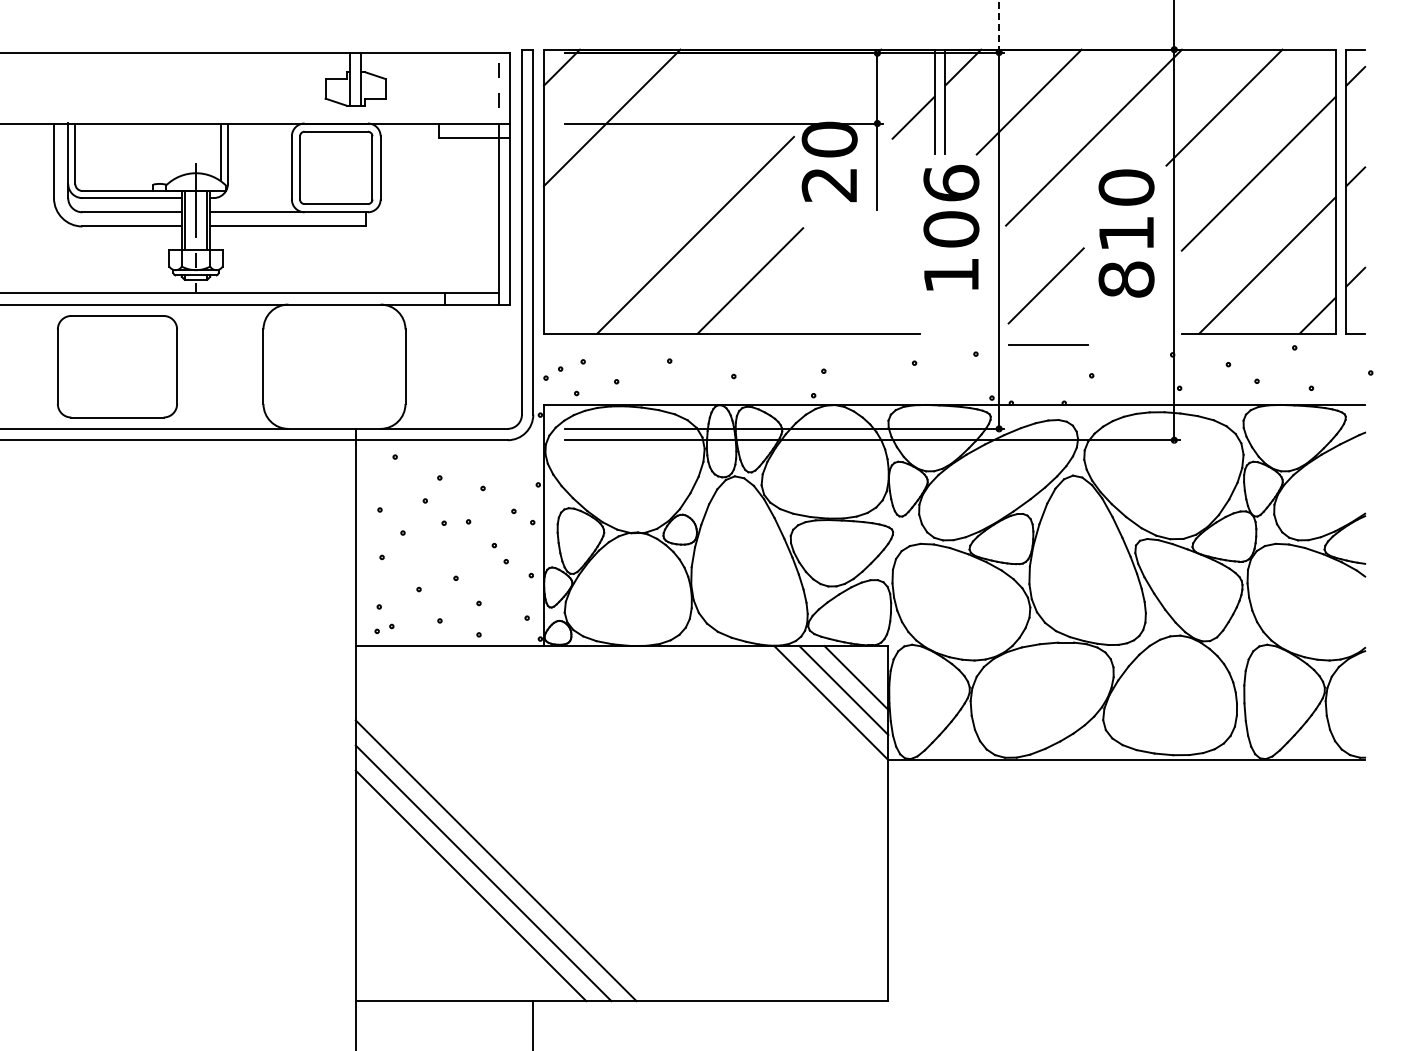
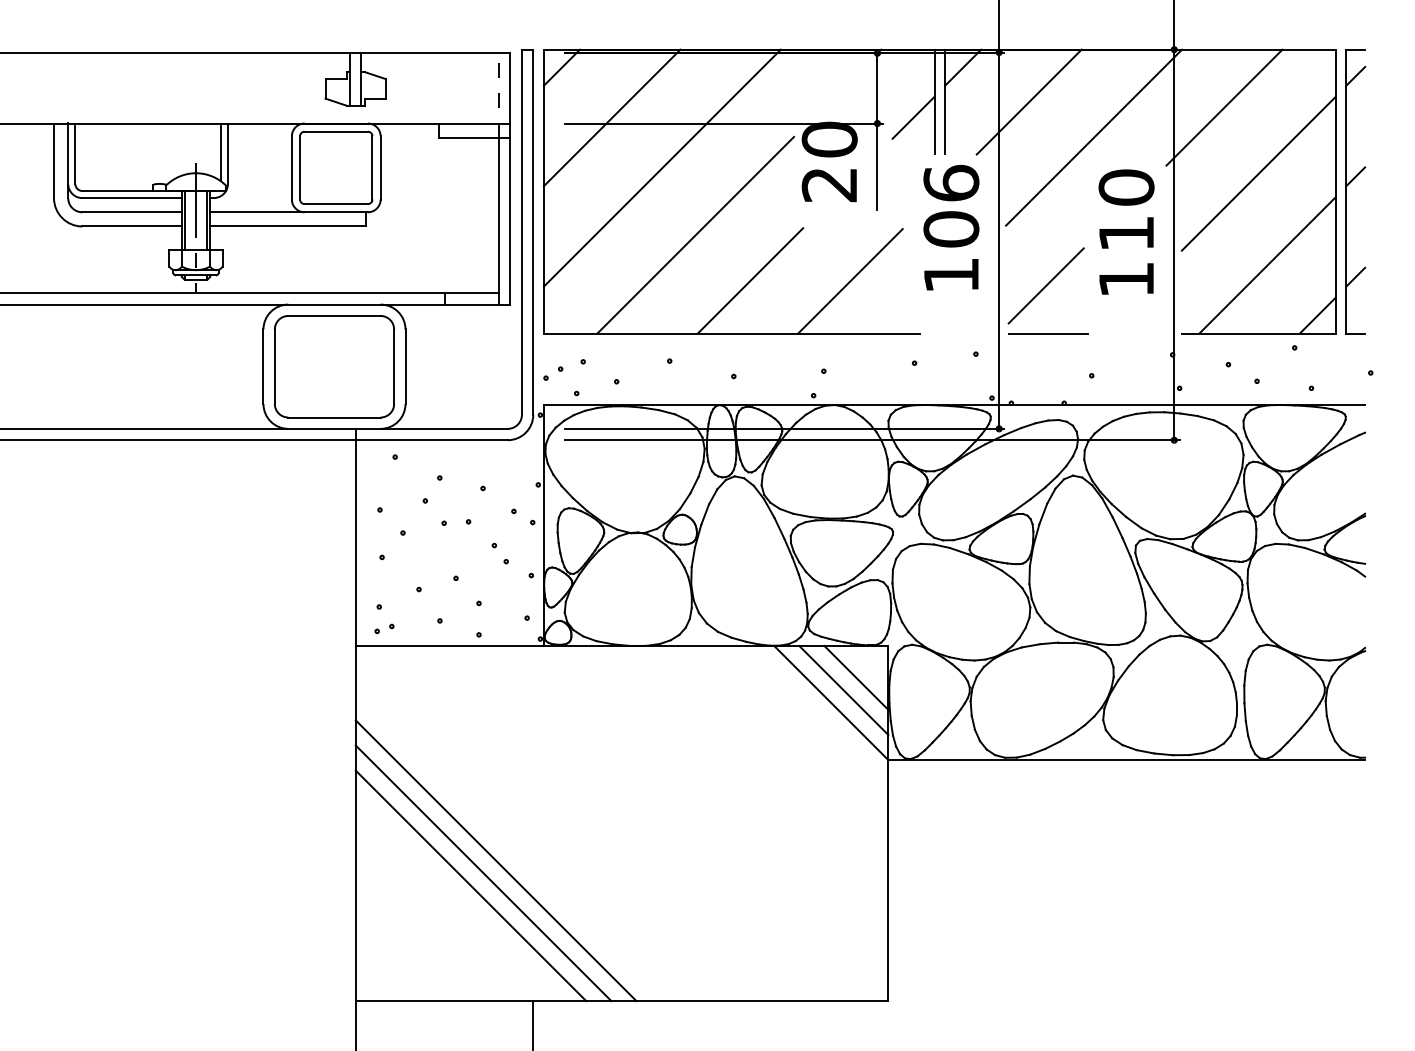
line at (999, 26): dashed -> solid
line at (661, 167): none -> present
text at (1126, 279): 810 -> 110
line at (850, 281): none -> present
line at (1048, 344) position: (1048, 344) -> (1048, 333)
part at (117, 366) position: (117, 366) -> (334, 366)
